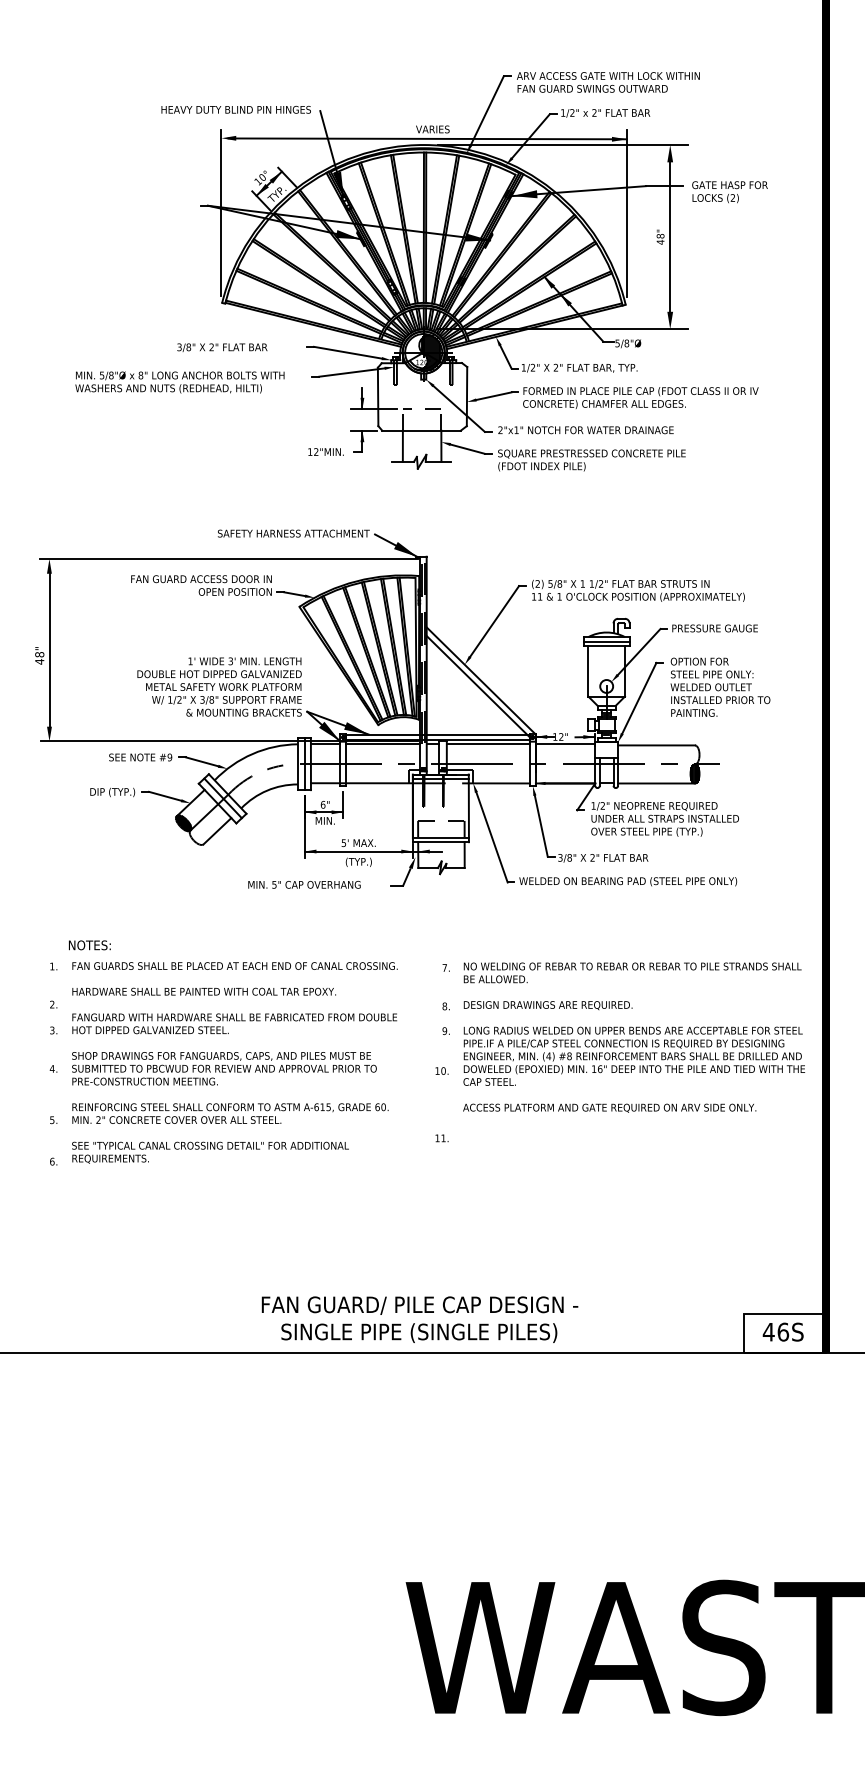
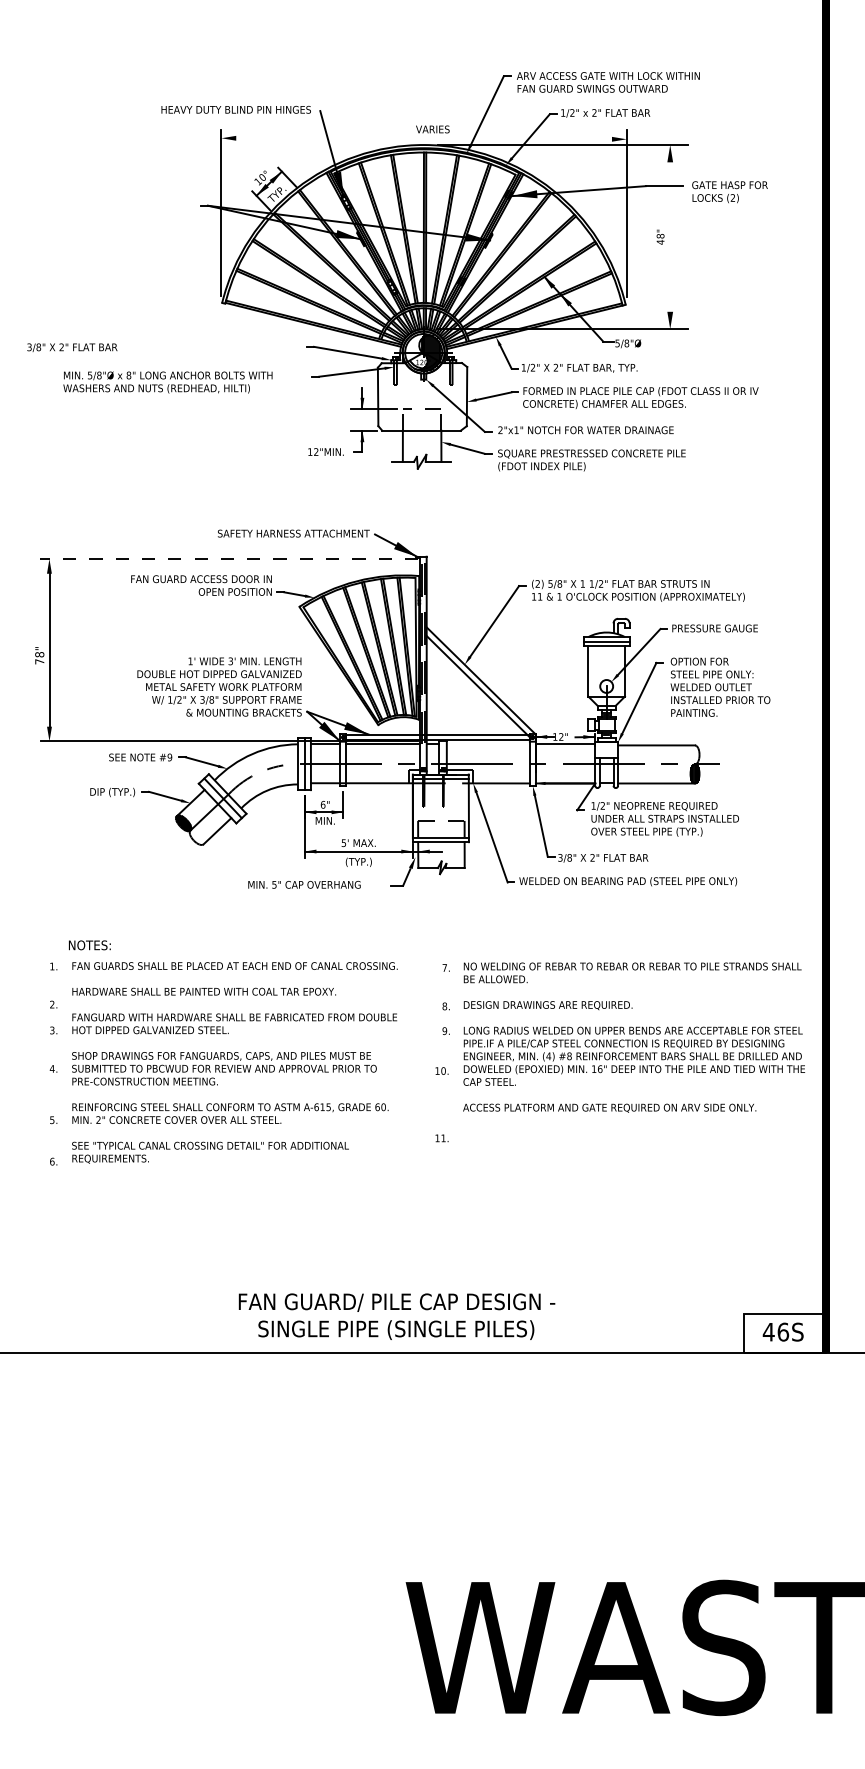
line at (427, 138): present -> none
line at (670, 236): present -> none
text at (222, 347) position: (222, 347) -> (72, 347)
text at (179, 382) position: (179, 382) -> (167, 382)
line at (229, 558): solid -> dashed
text at (39, 661): 48" -> 78"
line at (487, 744): present -> none
text at (419, 1319) position: (419, 1319) -> (396, 1316)
